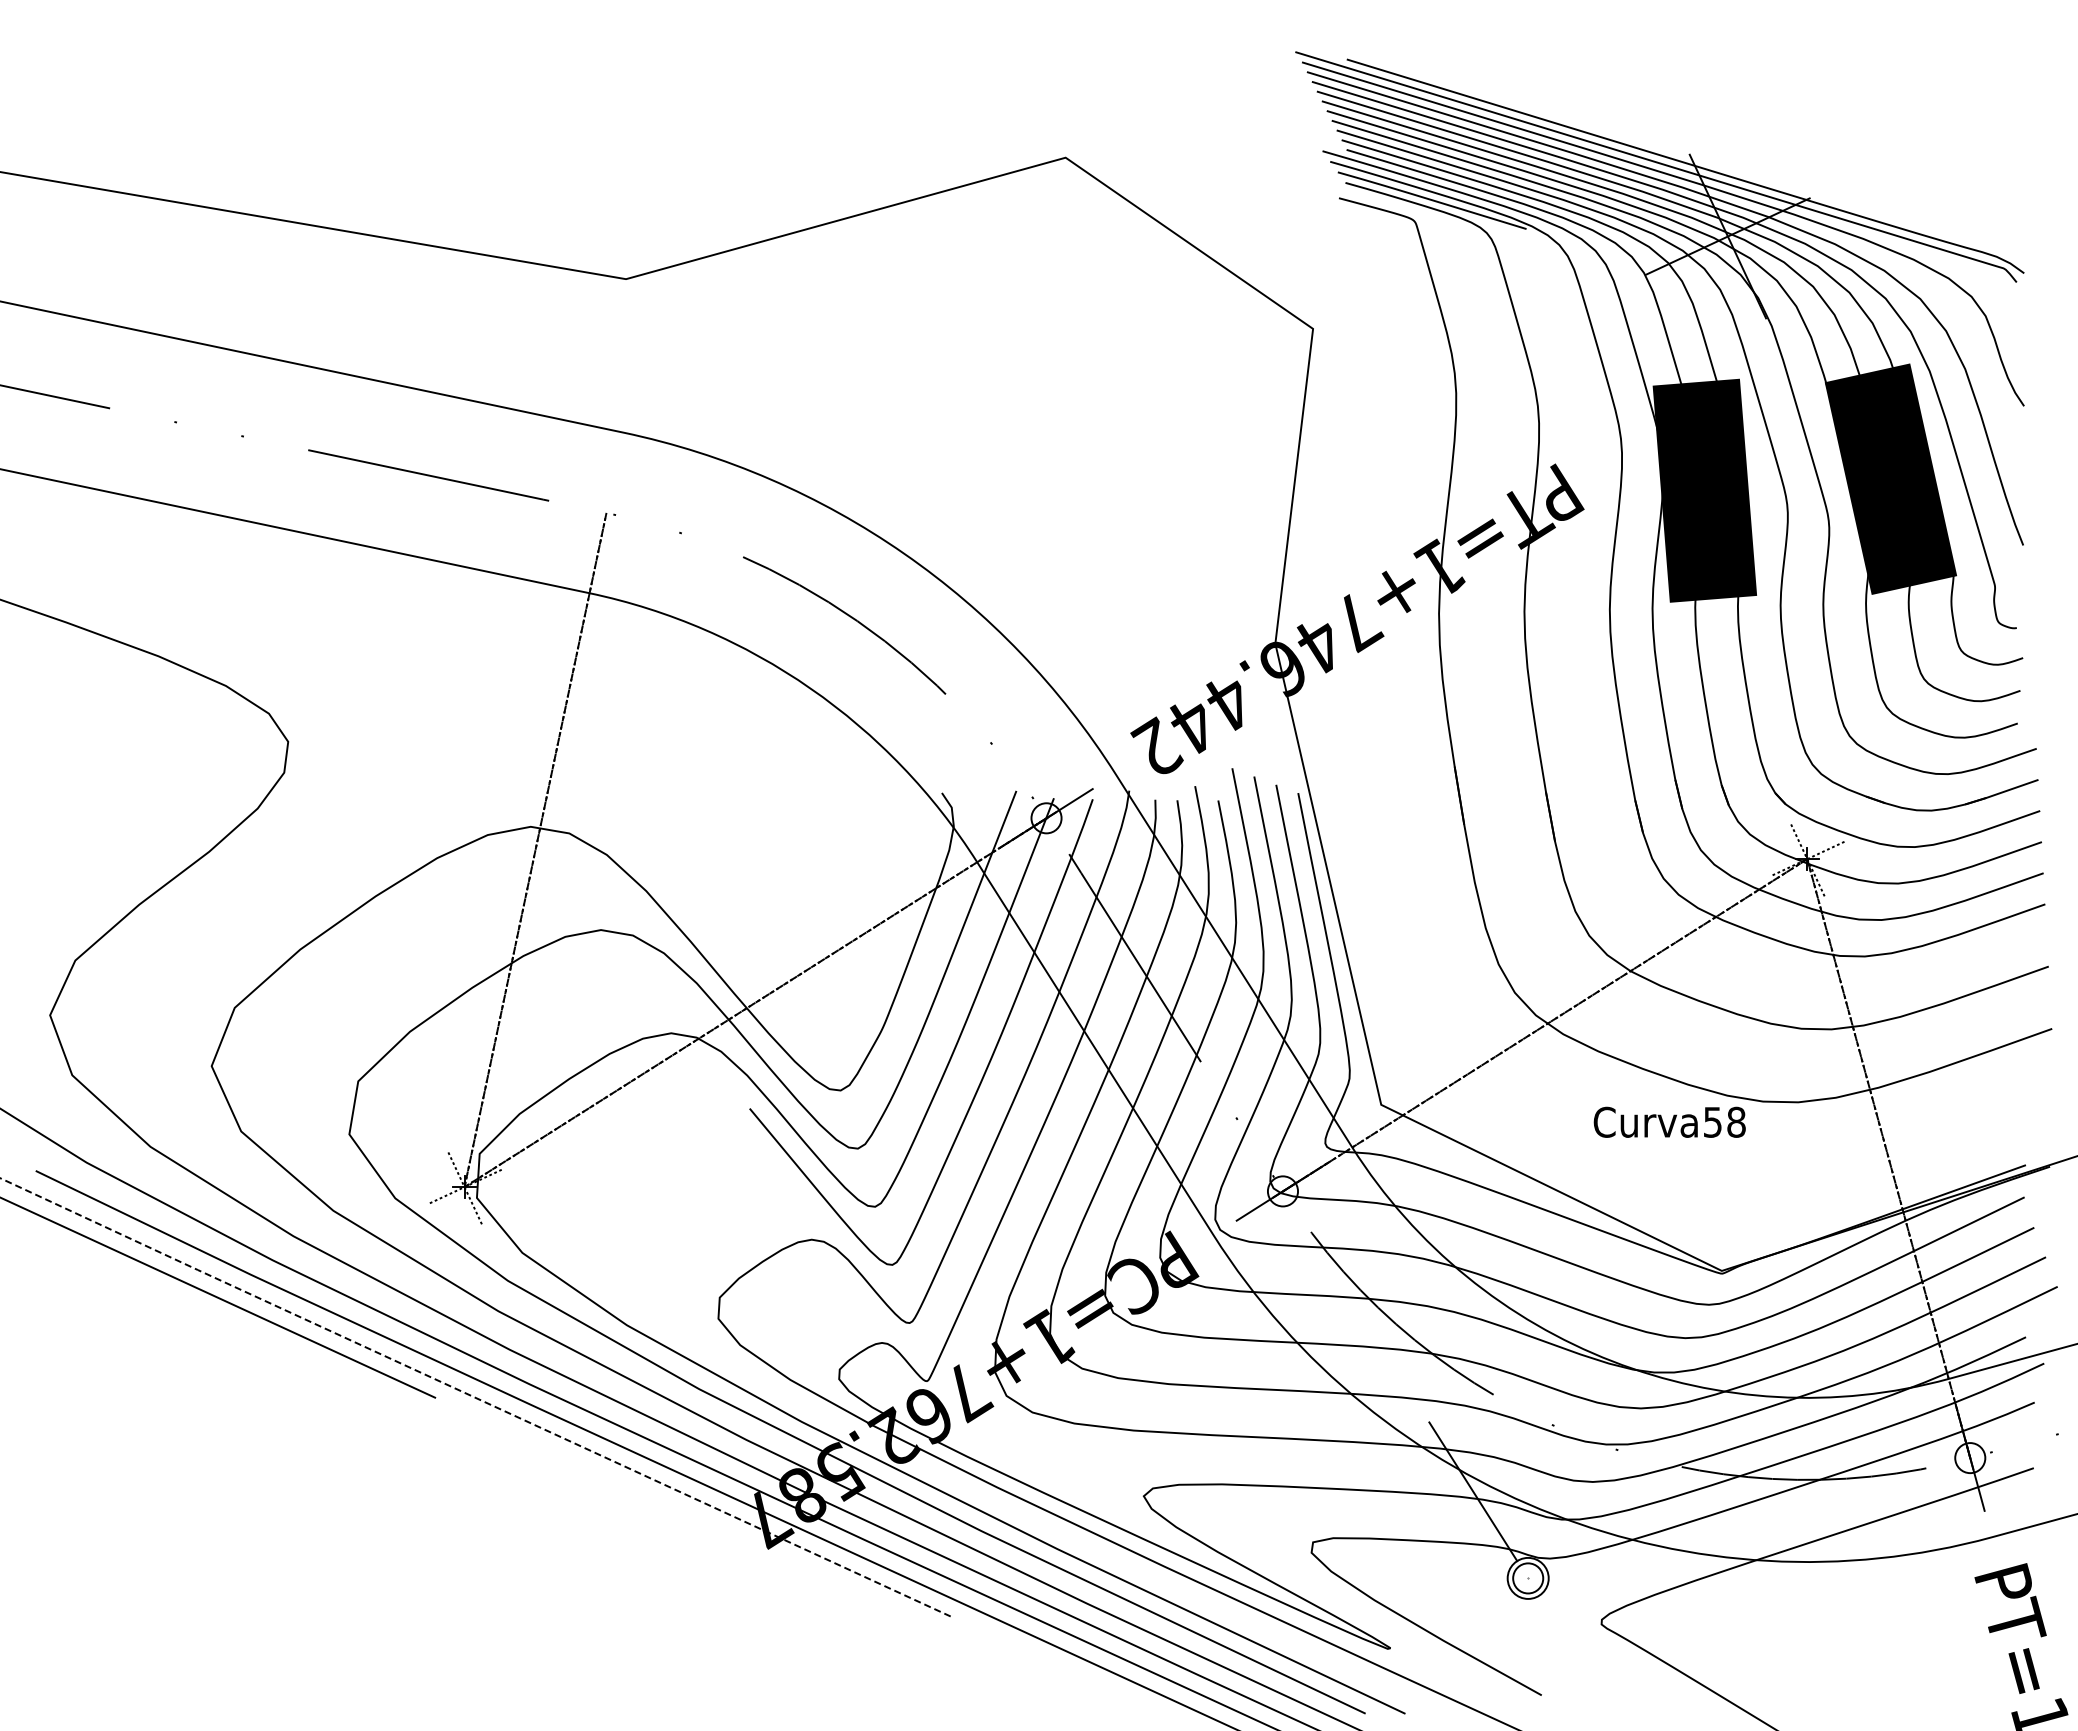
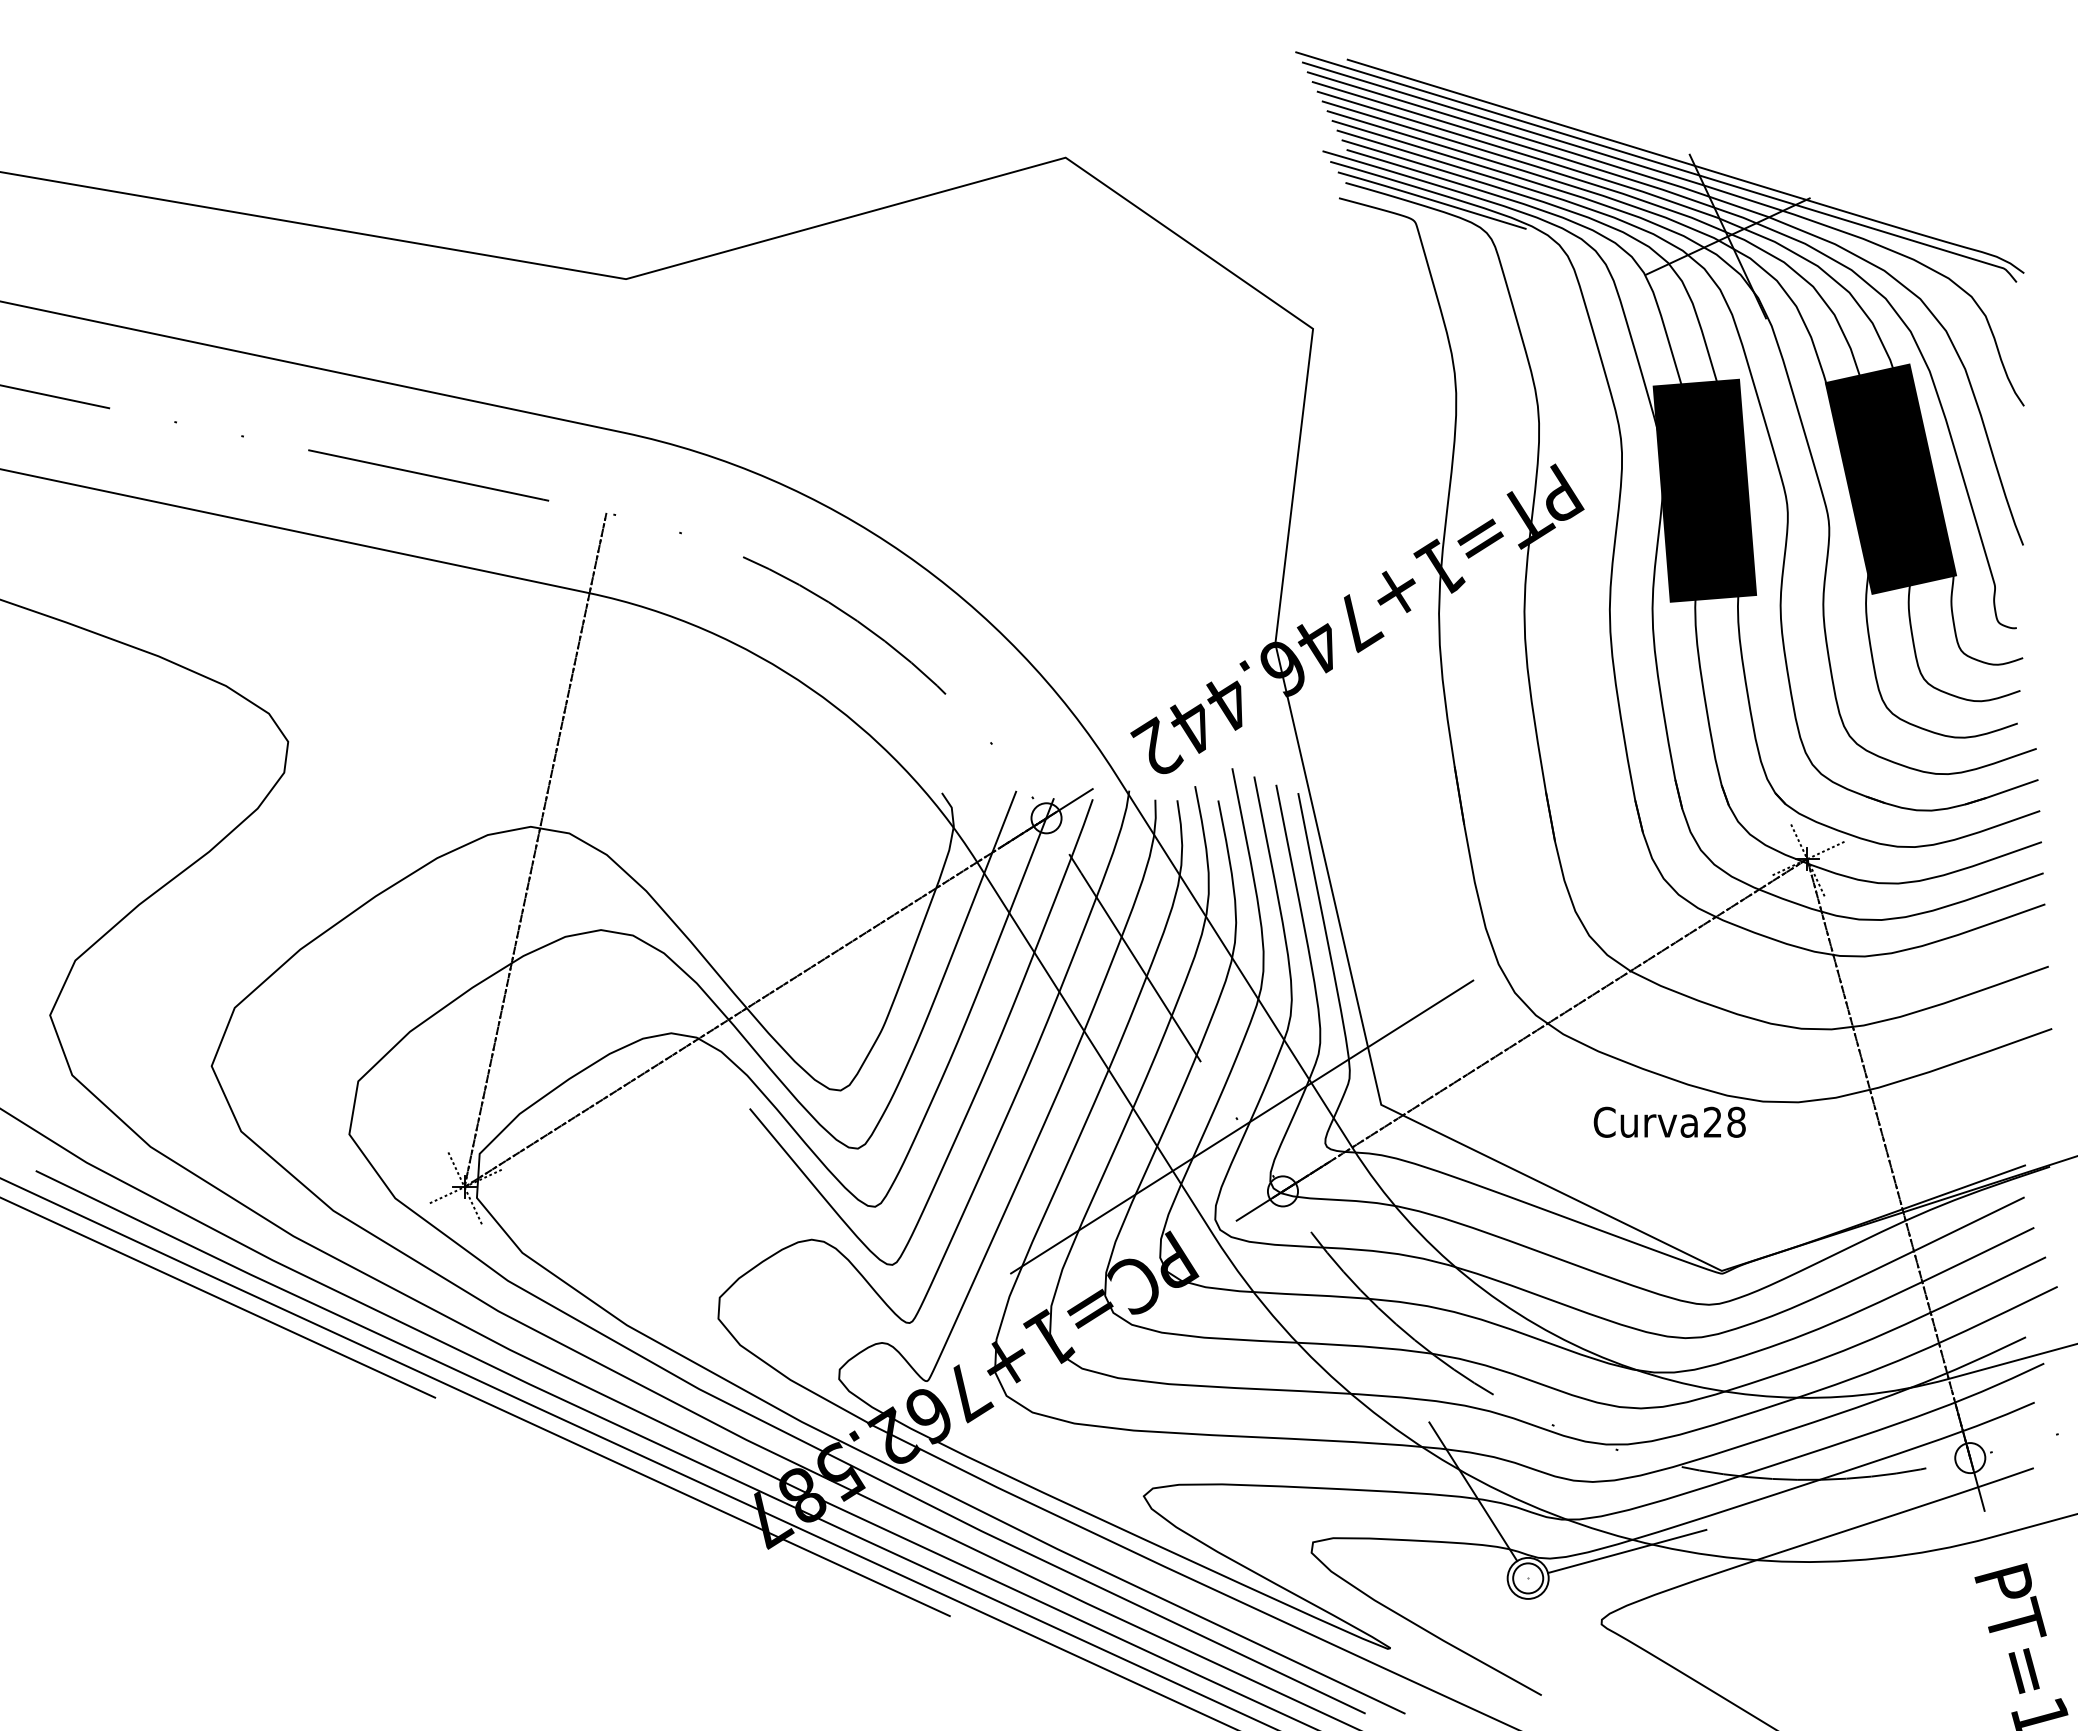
text at (1712, 1121): Curva58 -> Curva28
line at (1242, 1126): none -> present
line at (474, 1397): dashed -> solid
line at (1627, 1551): none -> present
